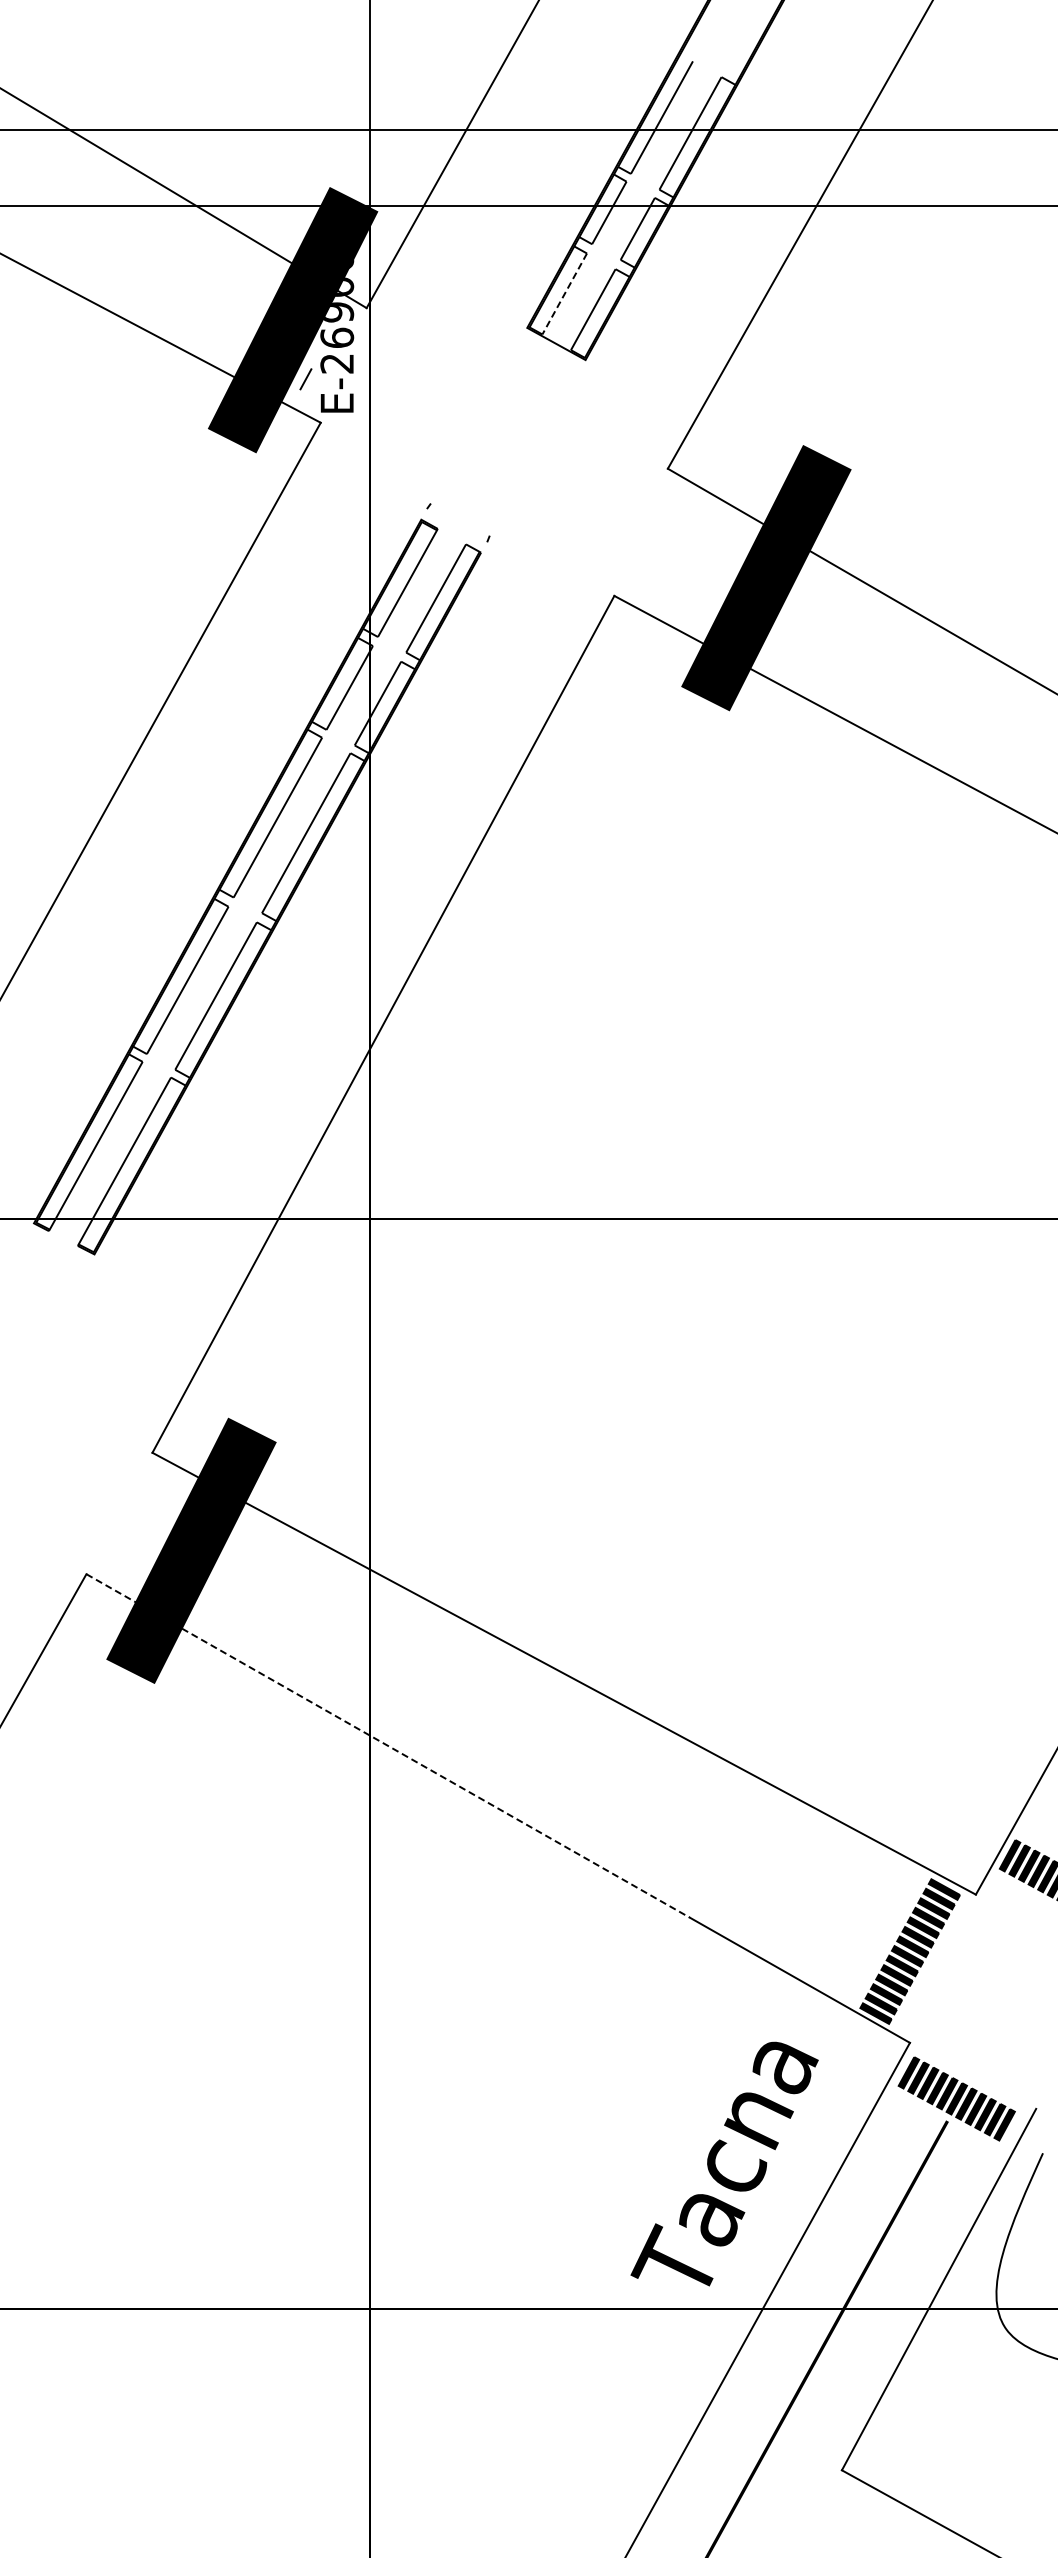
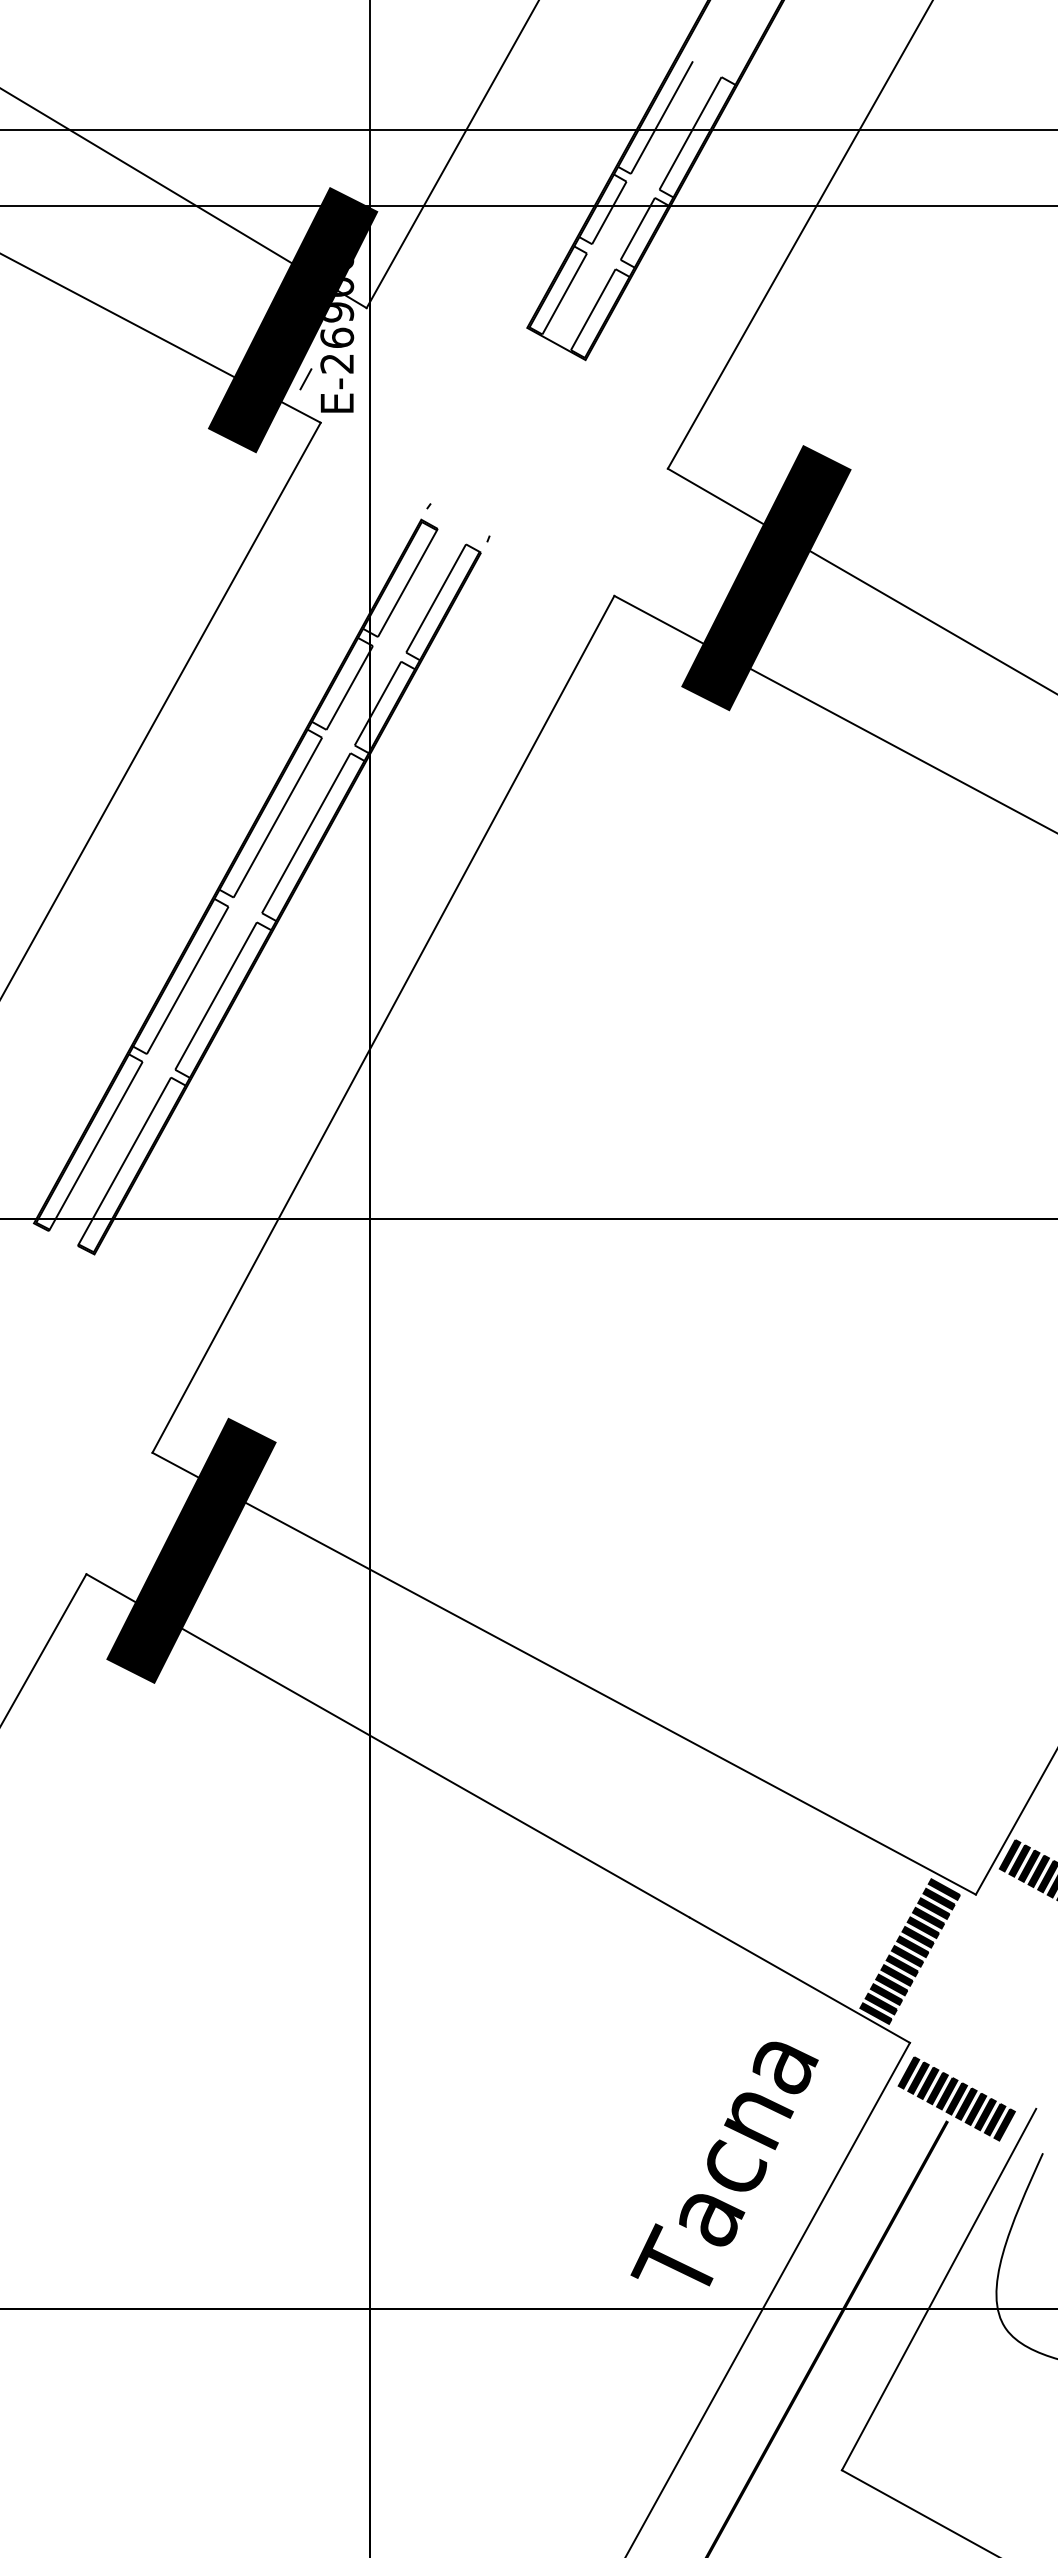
line at (564, 294): dashed -> solid
line at (388, 1746): dashed -> solid
